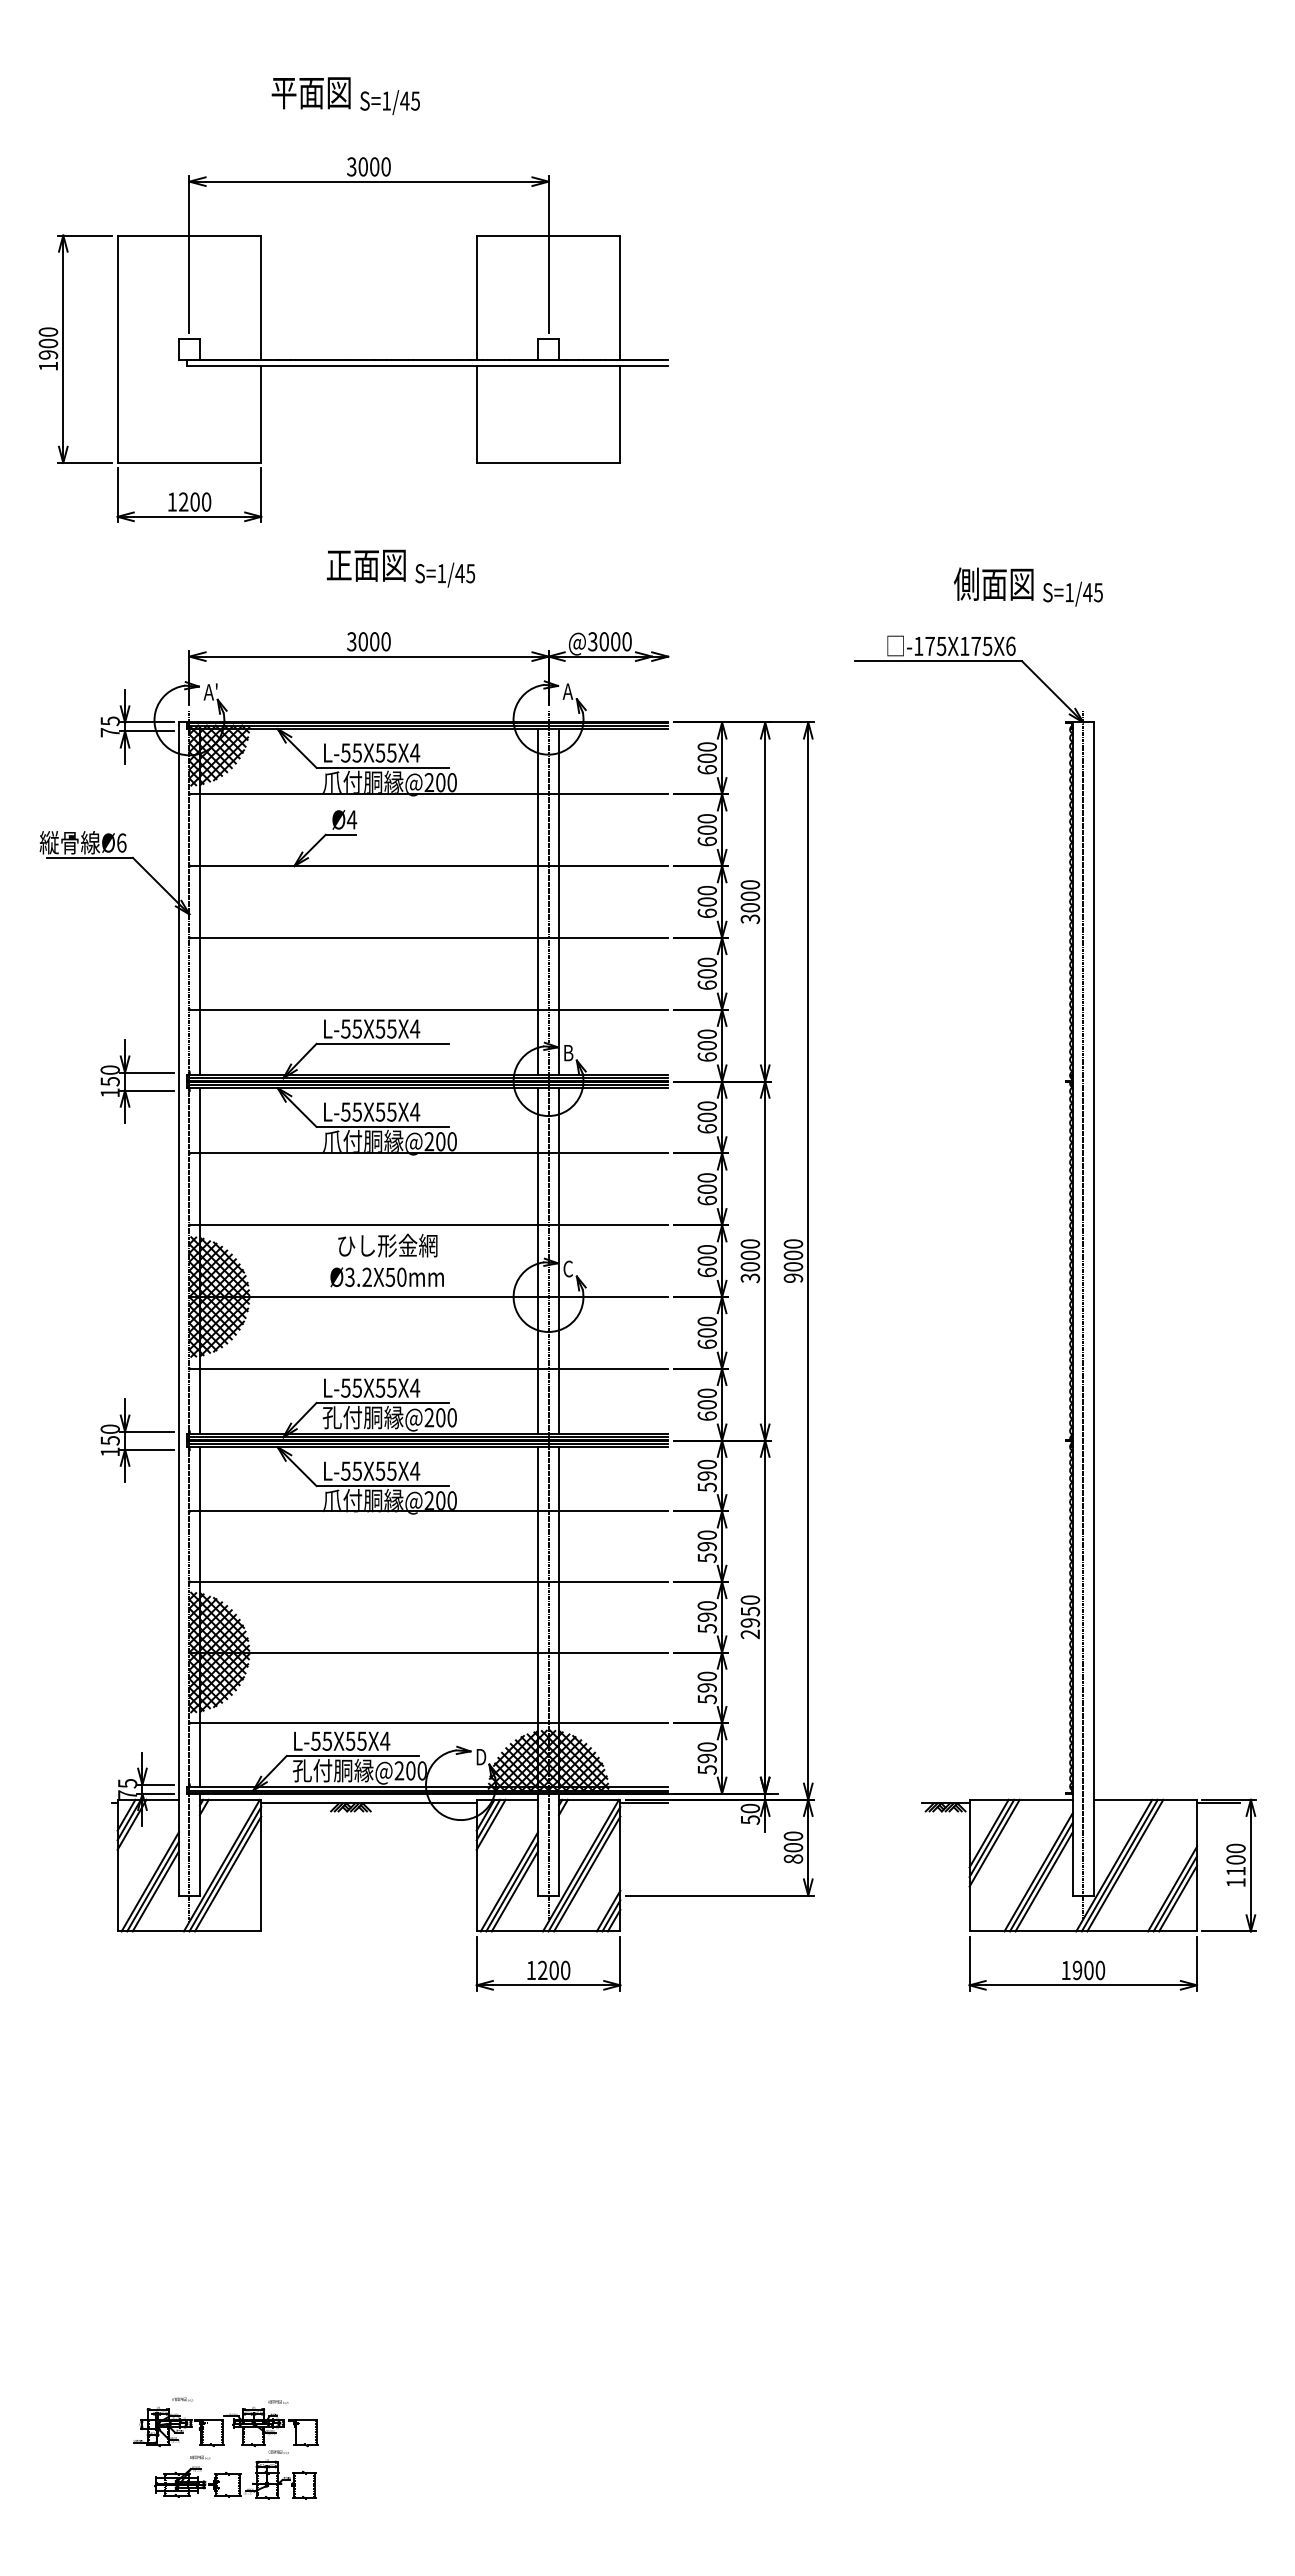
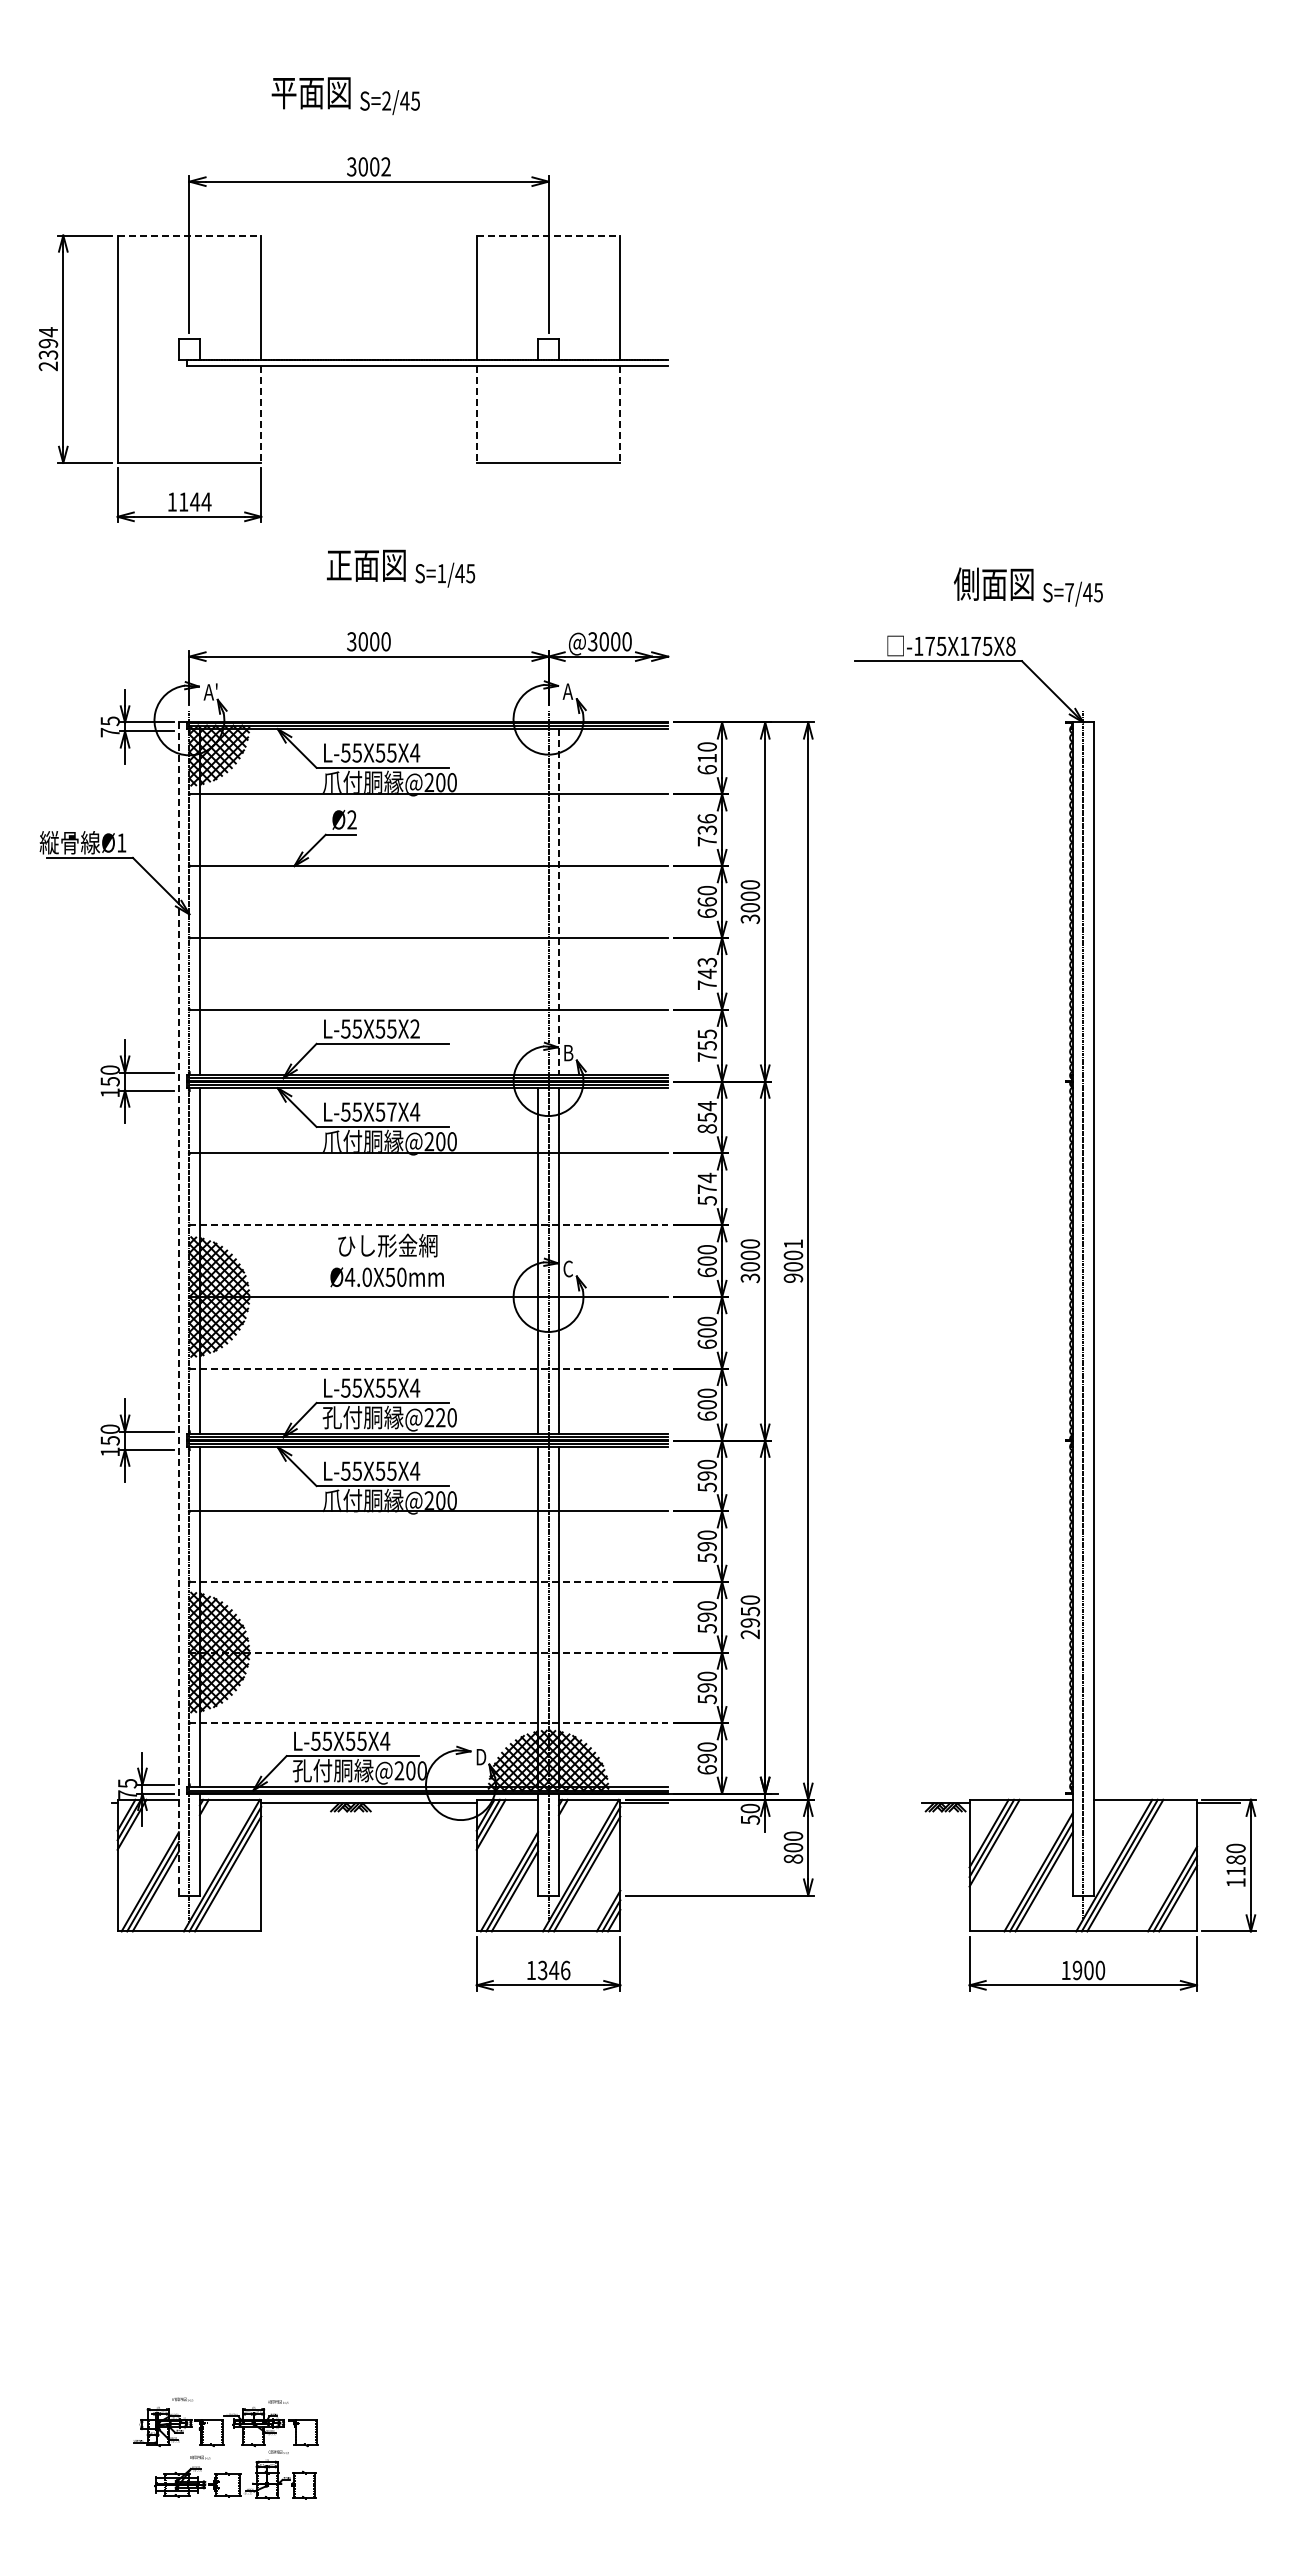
text at (386, 100): S=1/45 -> S=2/45
text at (385, 166): 3000 -> 3002
line at (189, 235): solid -> dashed
line at (548, 235): solid -> dashed
text at (48, 349): 1900 -> 2394
line at (261, 415): solid -> dashed
line at (476, 415): solid -> dashed
line at (620, 415): solid -> dashed
text at (195, 501): 1200 -> 1144
text at (1069, 592): S=1/45 -> S=7/45
text at (1010, 645): -175X175X6 -> -175X175X8
text at (706, 757): 600 -> 610
text at (351, 819): Ø4 -> Ø2
text at (706, 830): 600 -> 736
text at (121, 842): Ø6 -> Ø1
text at (706, 901): 600 -> 660
line at (538, 902): present -> none
line at (559, 902): solid -> dashed
text at (706, 973): 600 -> 743
text at (415, 1028): L-55X55X4 -> L-55X55X2
text at (706, 1045): 600 -> 755
text at (391, 1111): L-55X55X4 -> L-55X57X4
text at (706, 1117): 600 -> 854
text at (706, 1188): 600 -> 574
line at (429, 1225): solid -> dashed
text at (793, 1243): 9000 -> 9001
text at (357, 1277): Ø3.2X50mm -> Ø4.0X50mm
line at (178, 1309): solid -> dashed
line at (429, 1368): solid -> dashed
text at (440, 1417): @200 -> @220
line at (429, 1581): solid -> dashed
line at (429, 1652): solid -> dashed
line at (429, 1723): solid -> dashed
text at (706, 1769): 590 -> 690
text at (1236, 1859): 1100 -> 1180
text at (553, 1970): 1200 -> 1346
